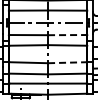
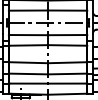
line at (67, 35): dashed -> solid
line at (67, 62): dashed -> solid
